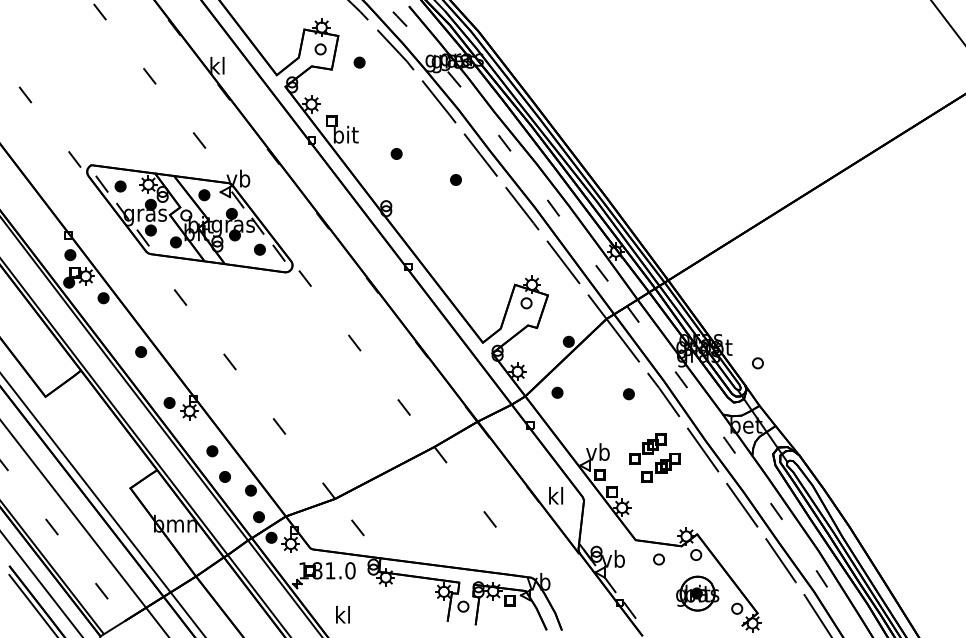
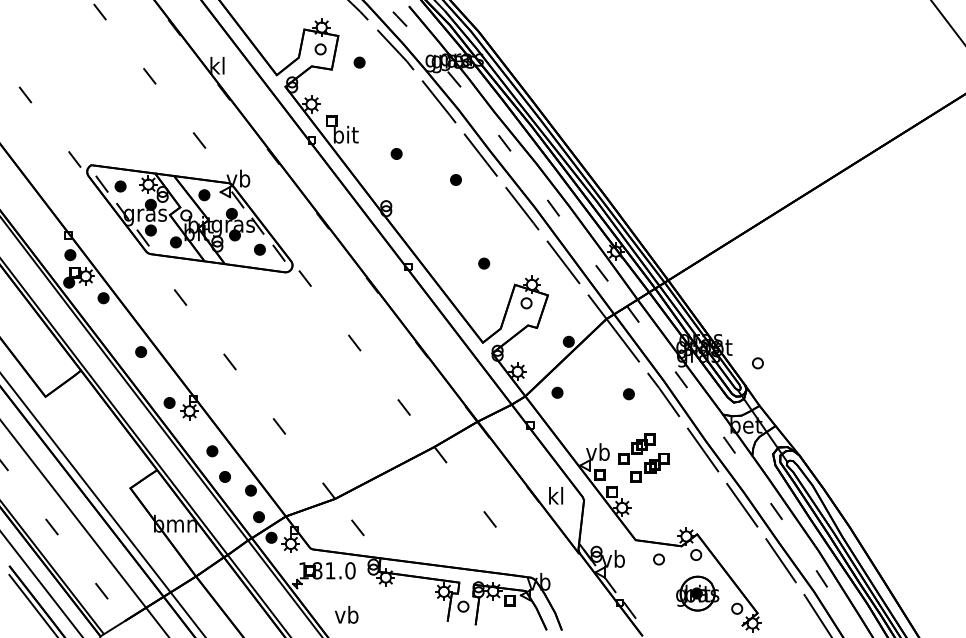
part at (484, 263): none -> present
part at (654, 457) position: (654, 457) -> (643, 457)
text at (346, 614): kl -> vb
